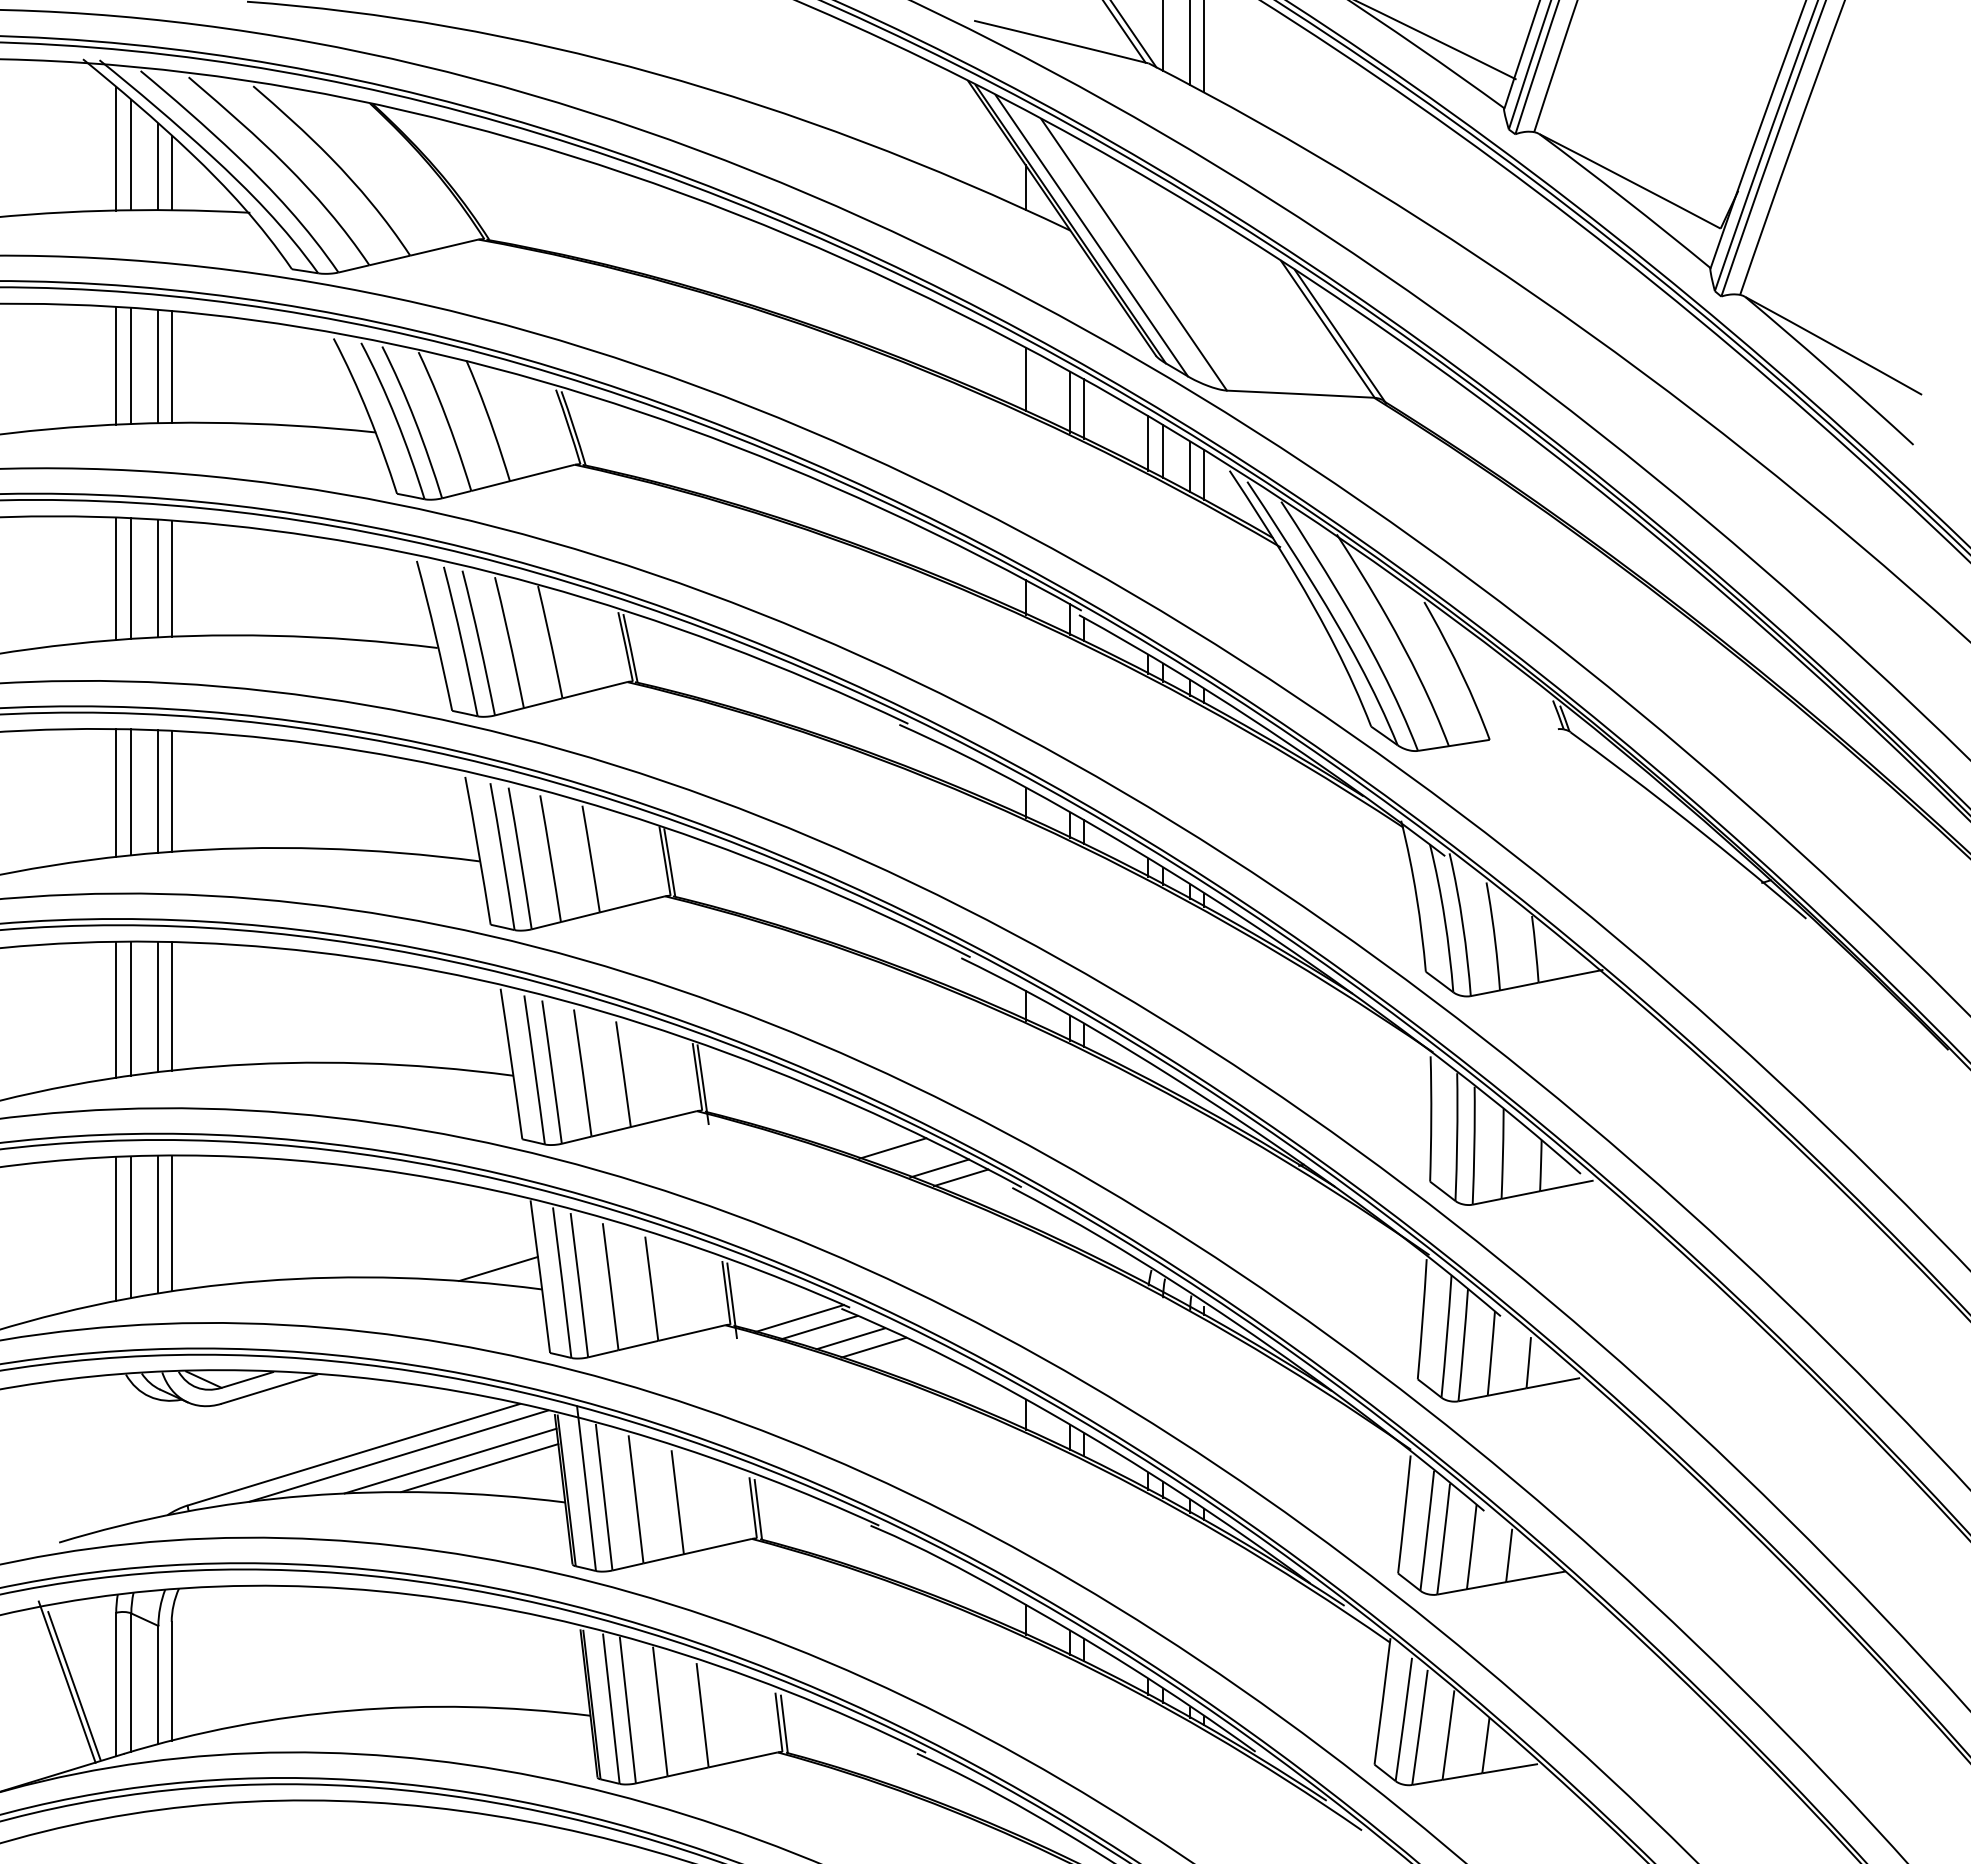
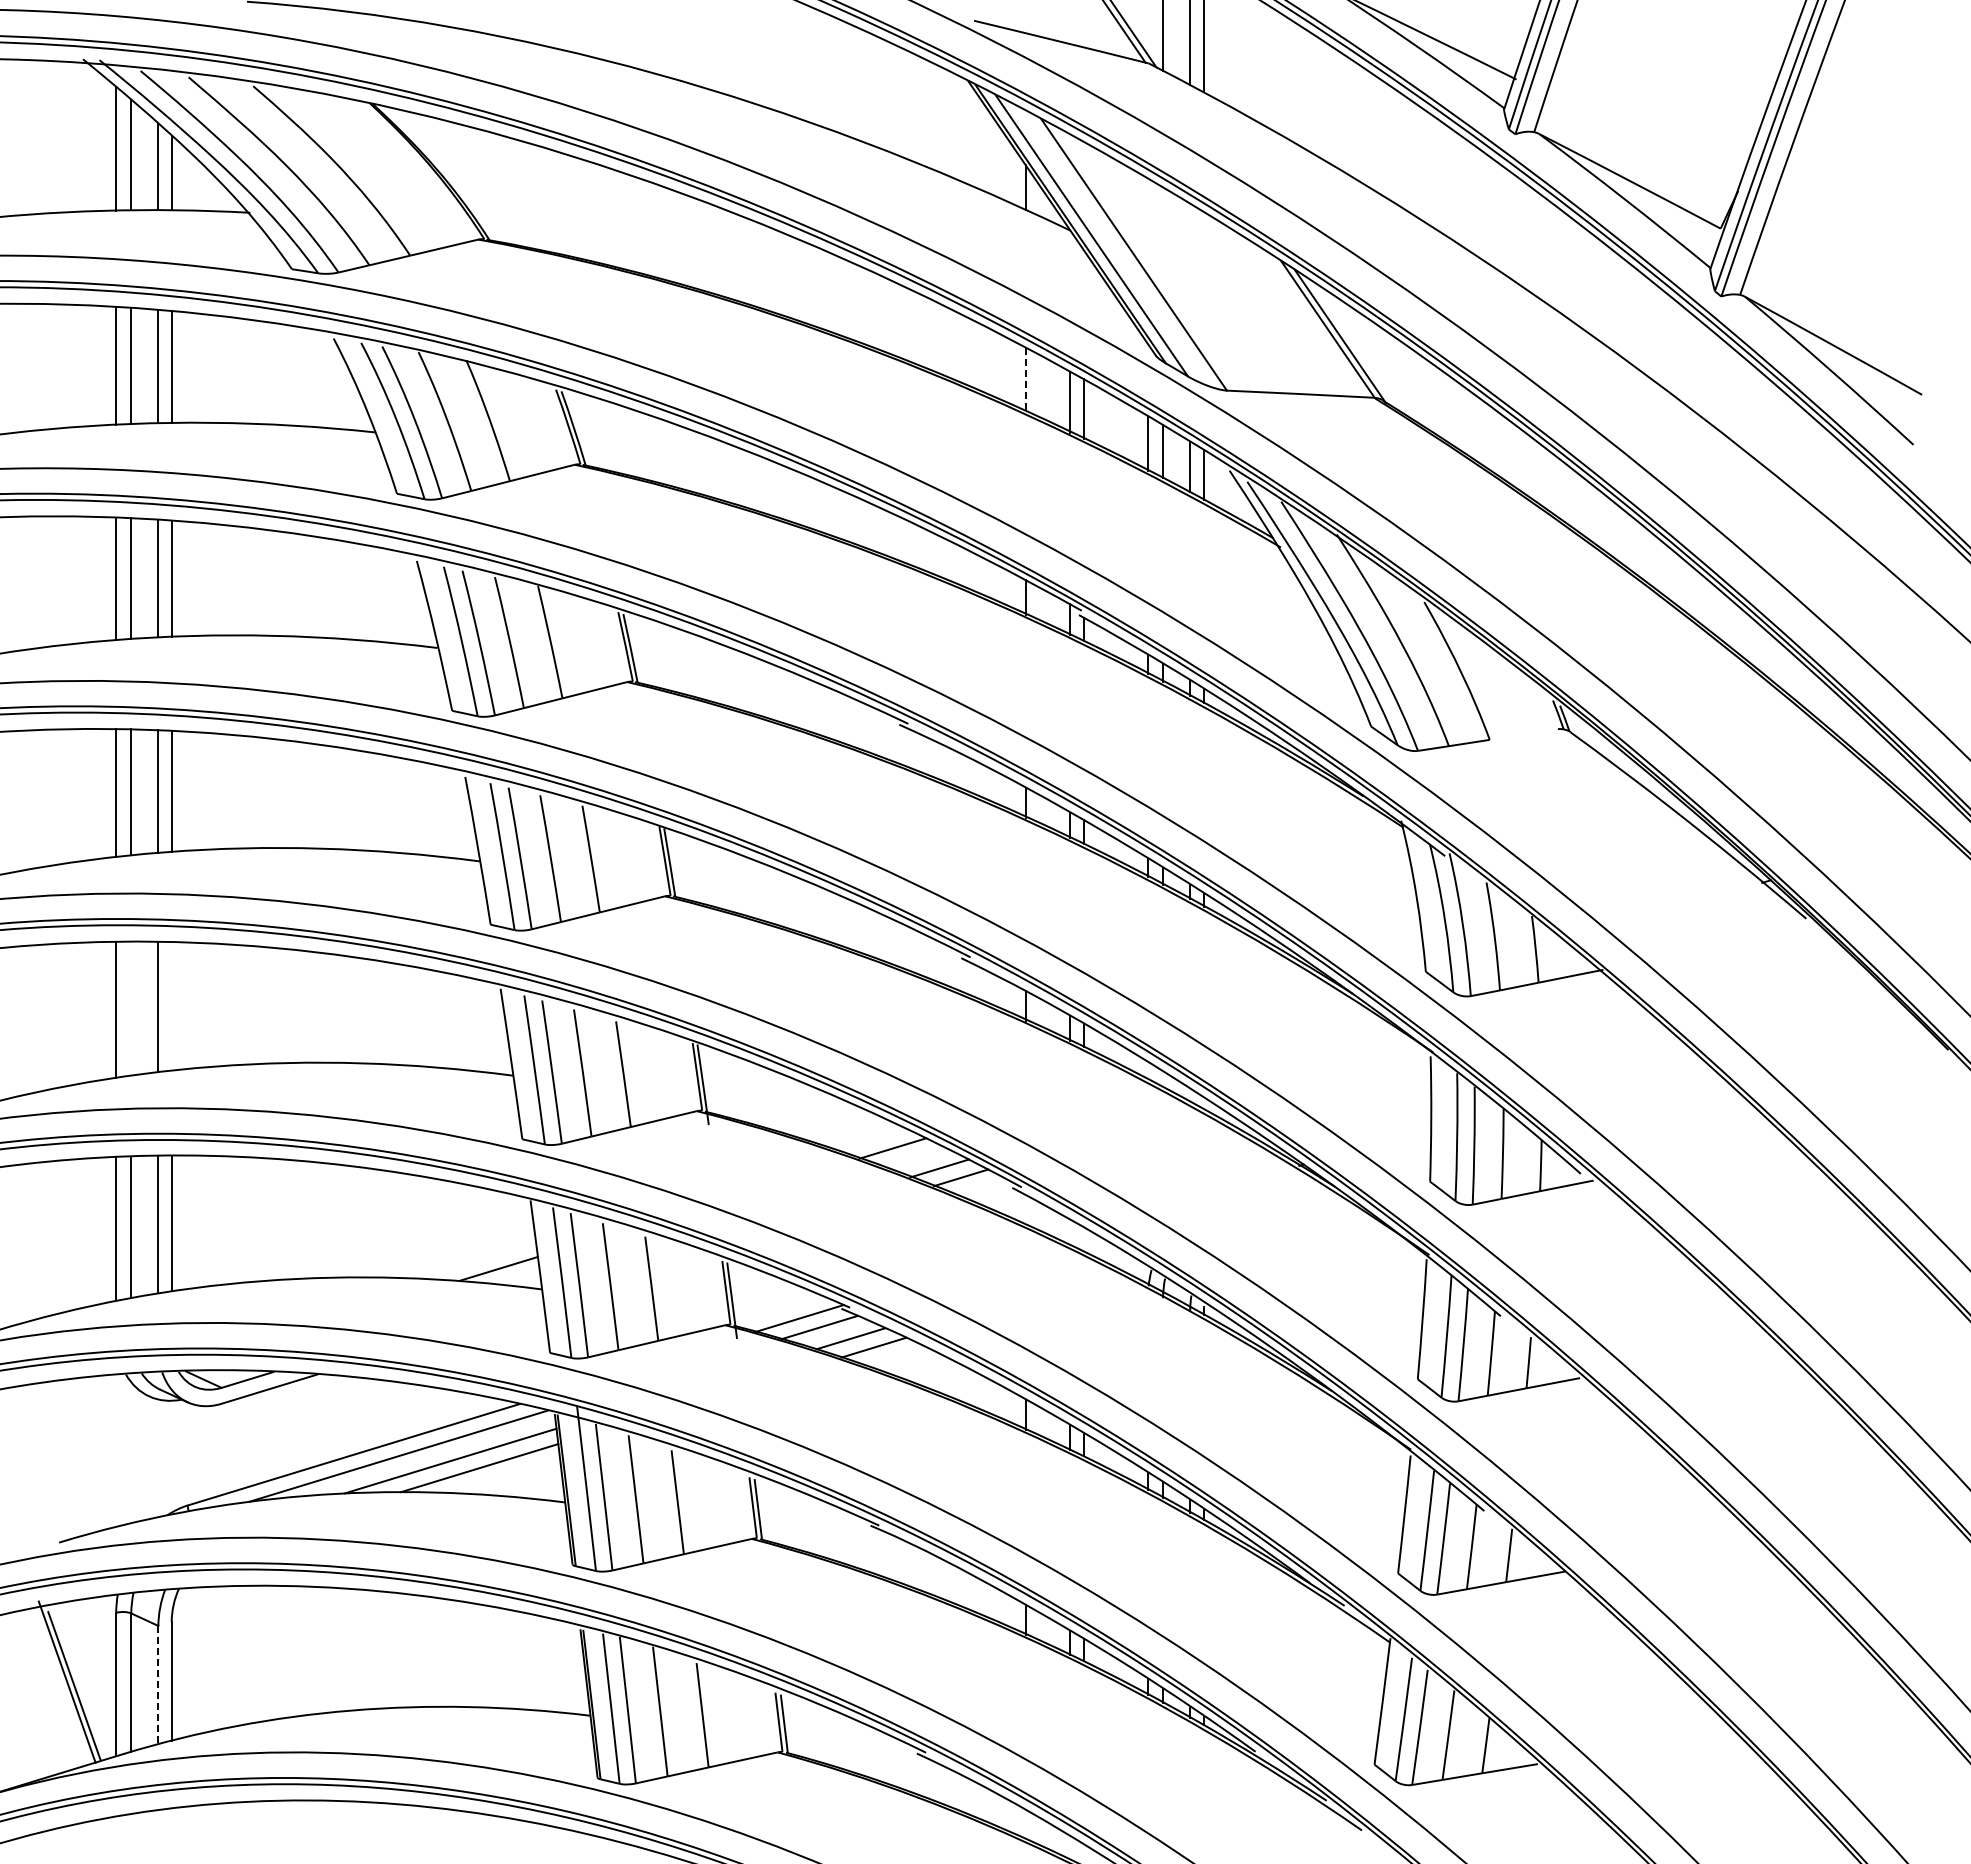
line at (1025, 379): solid -> dashed
line at (171, 1006): present -> none
line at (131, 1008): present -> none
line at (158, 1685): solid -> dashed
